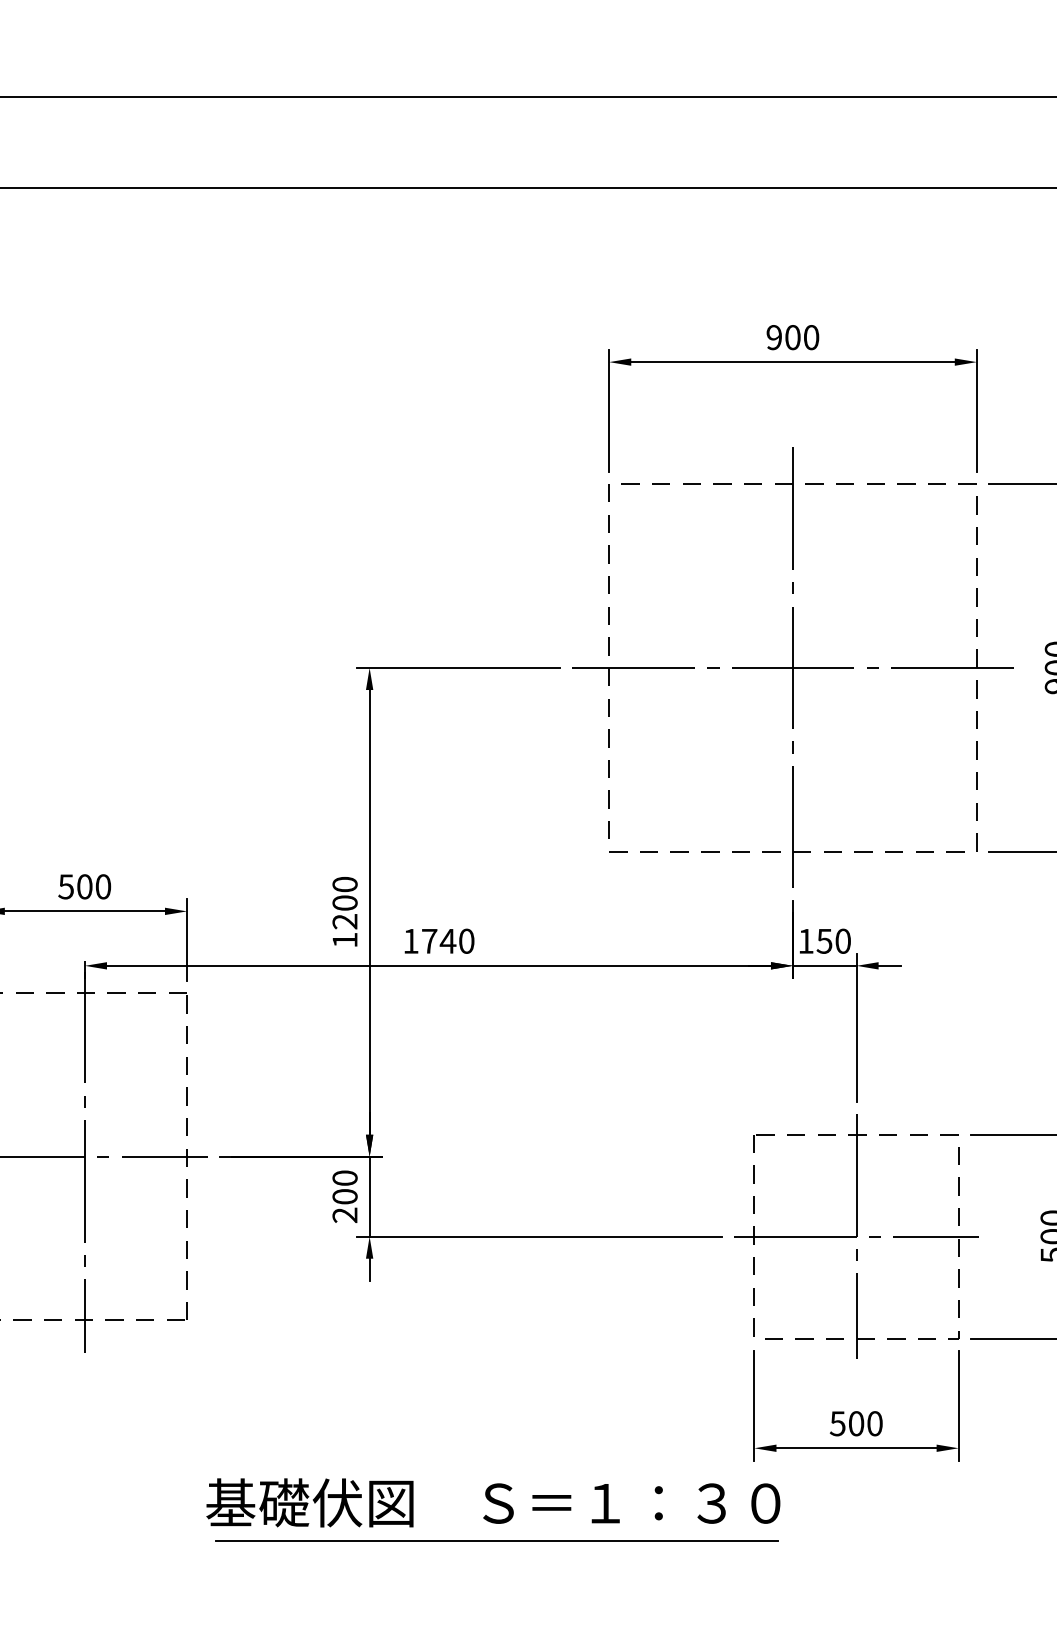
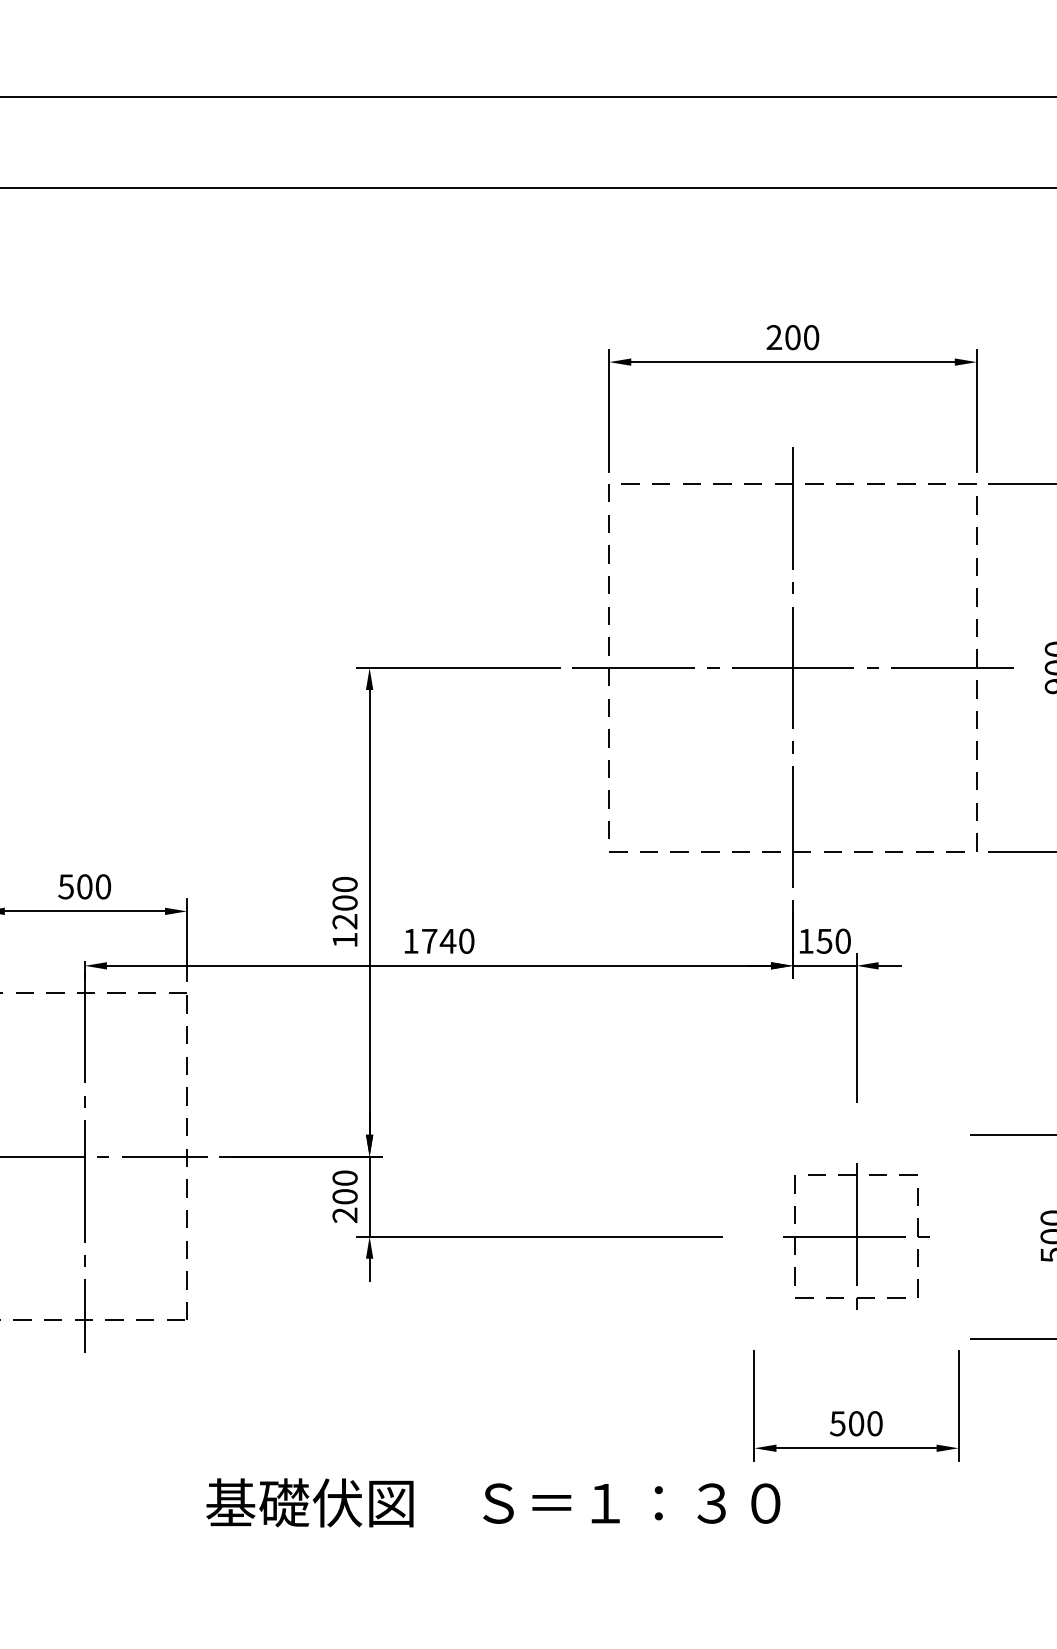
text at (773, 337): 900 -> 200
part at (856, 1236) size: 245x245 px -> 147x147 px
line at (497, 1541): present -> none
